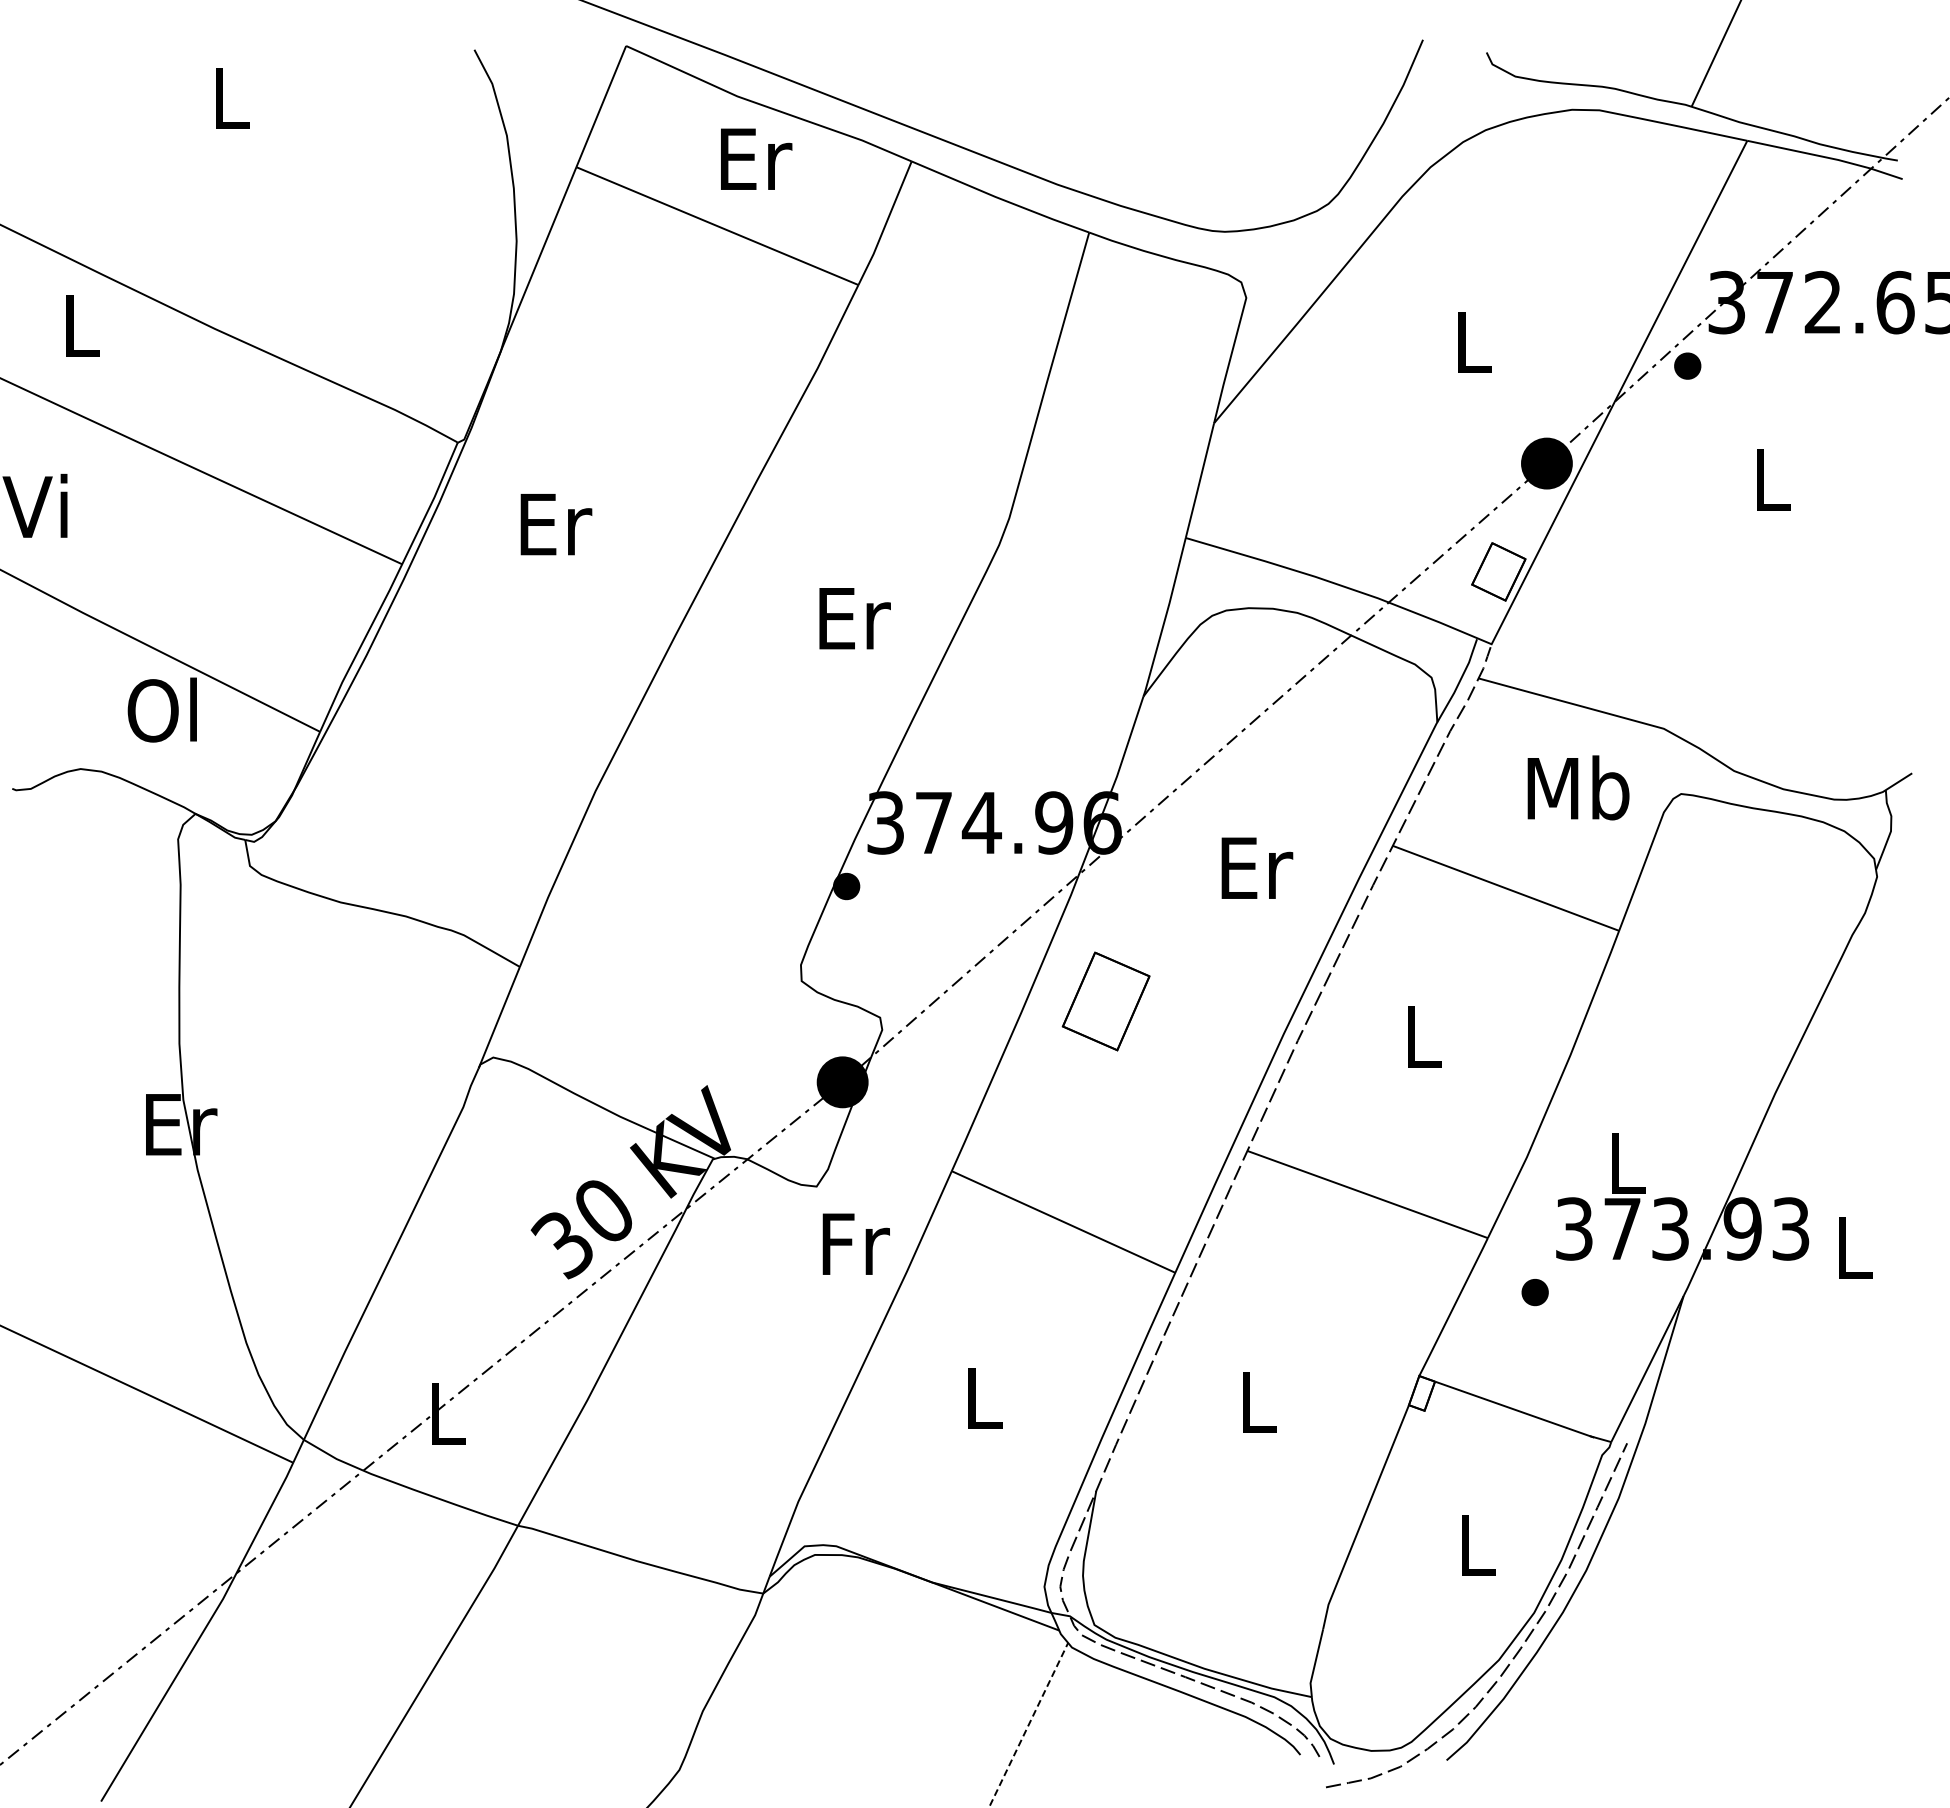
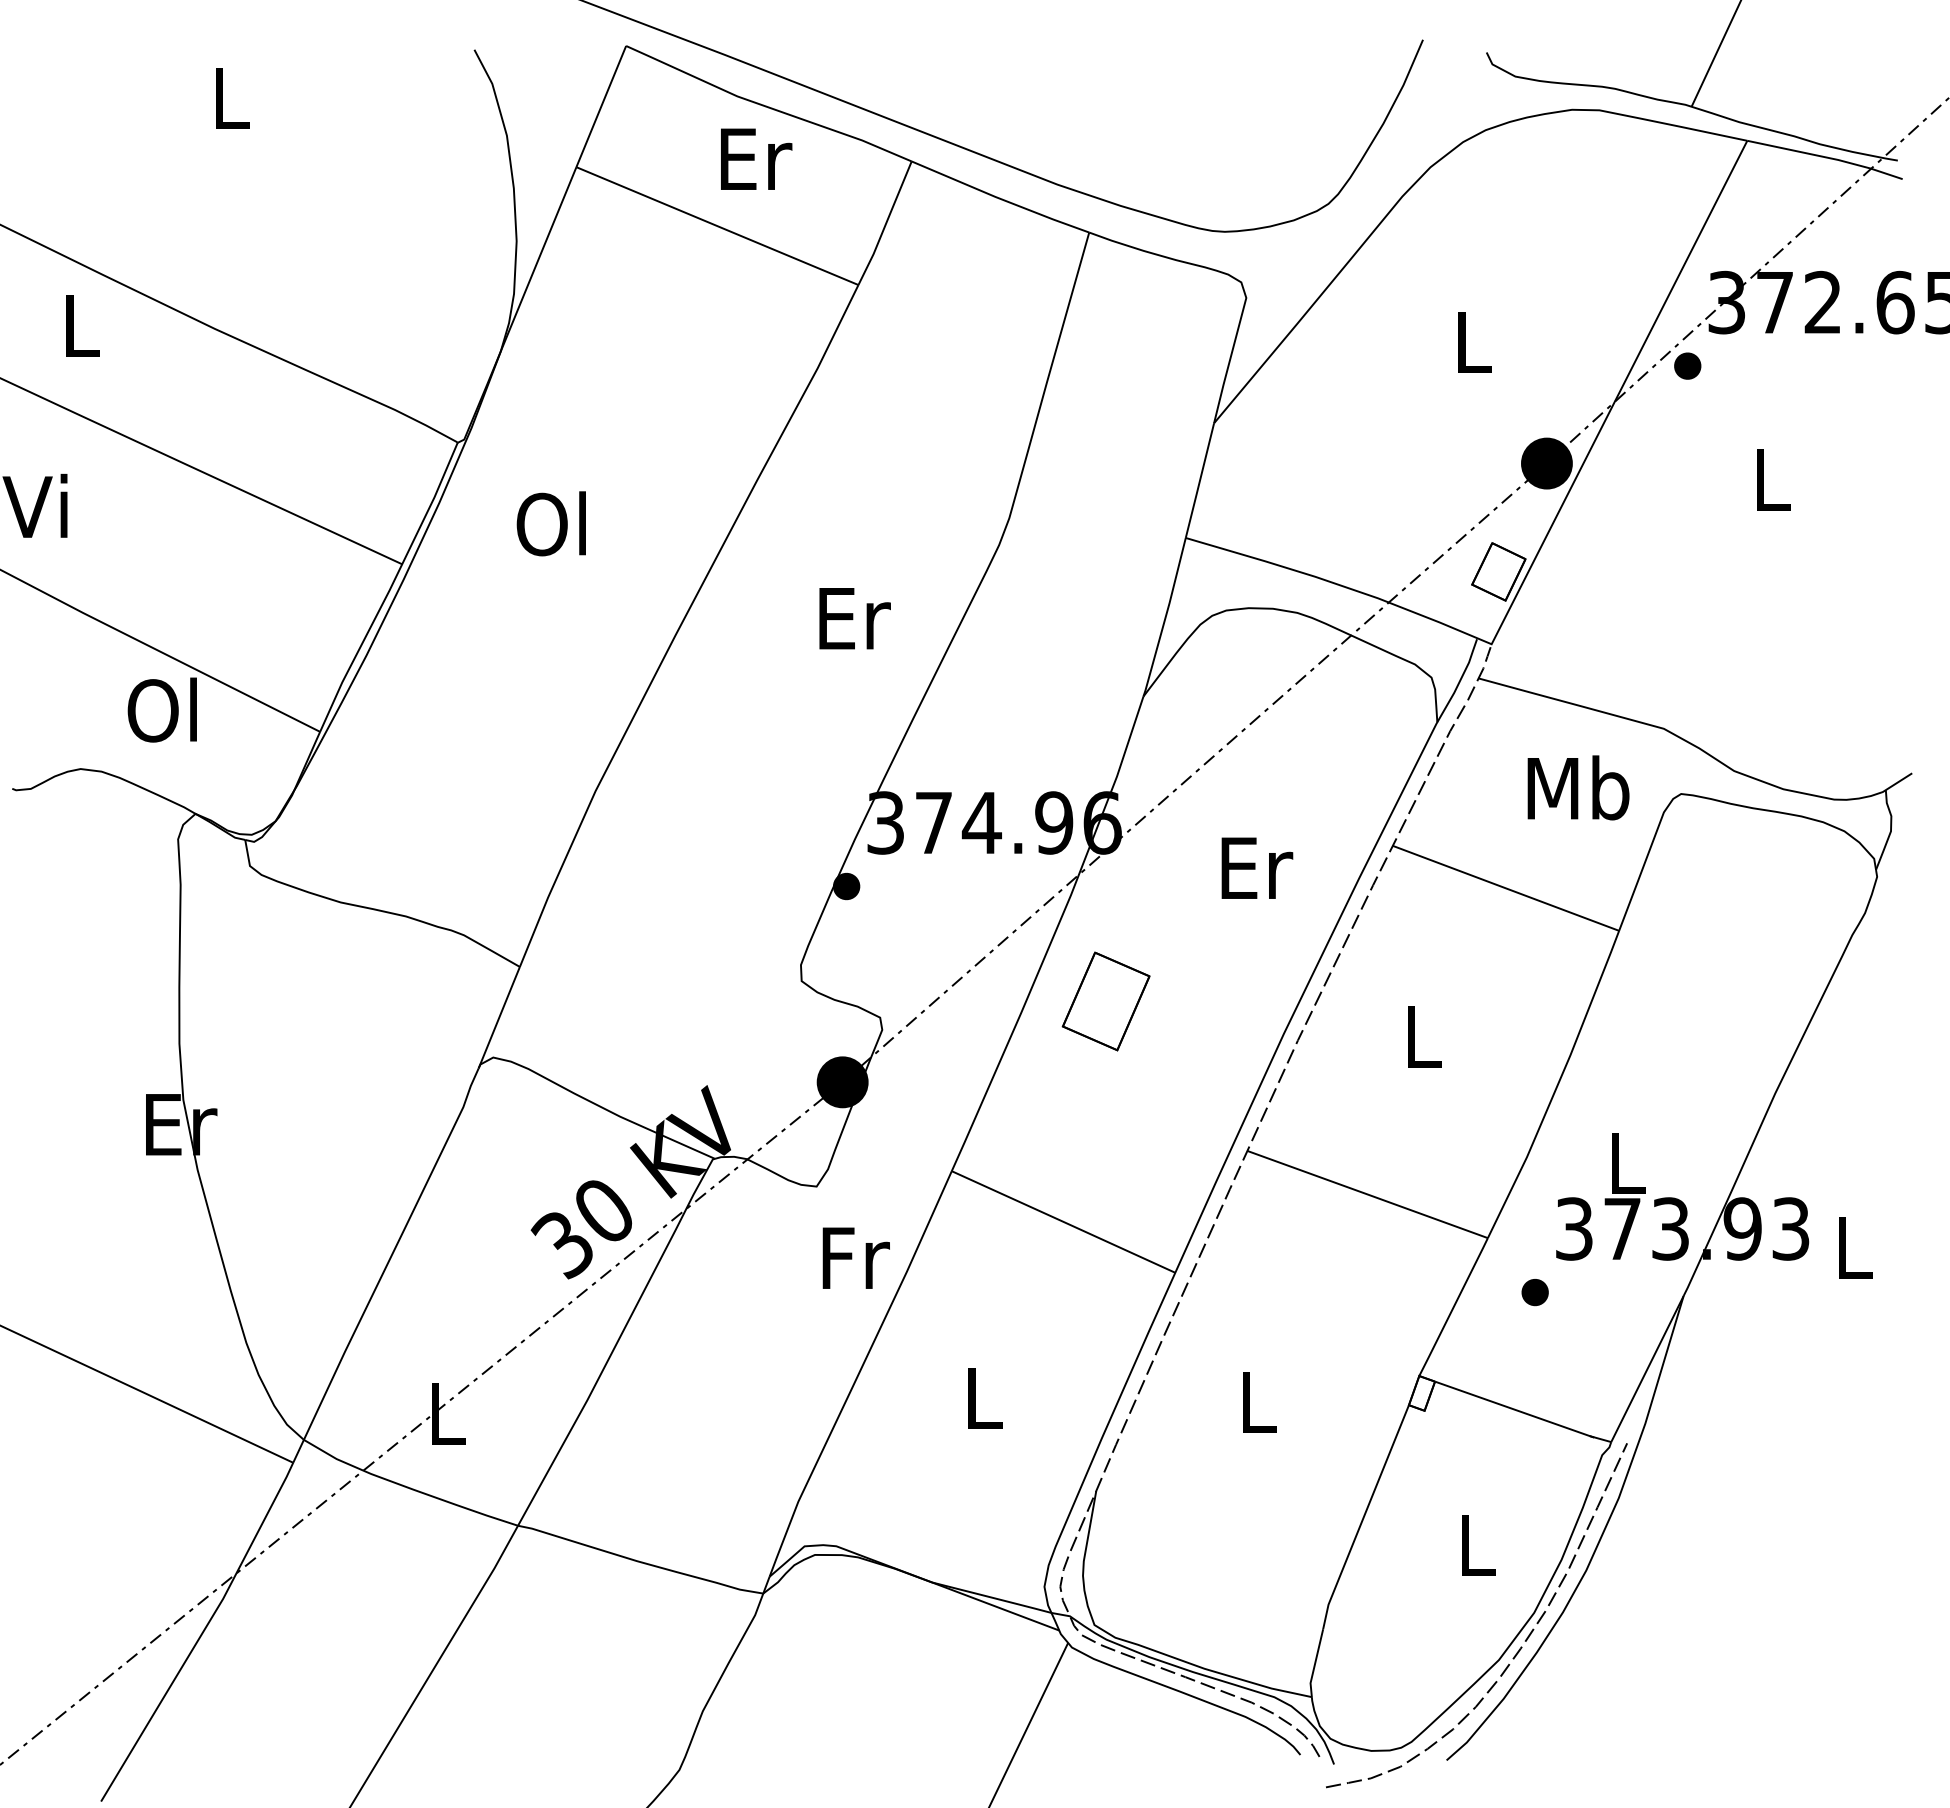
text at (554, 523): Er -> Ol
text at (855, 1243) position: (855, 1243) -> (855, 1257)
line at (1028, 1724): dashed -> solid
